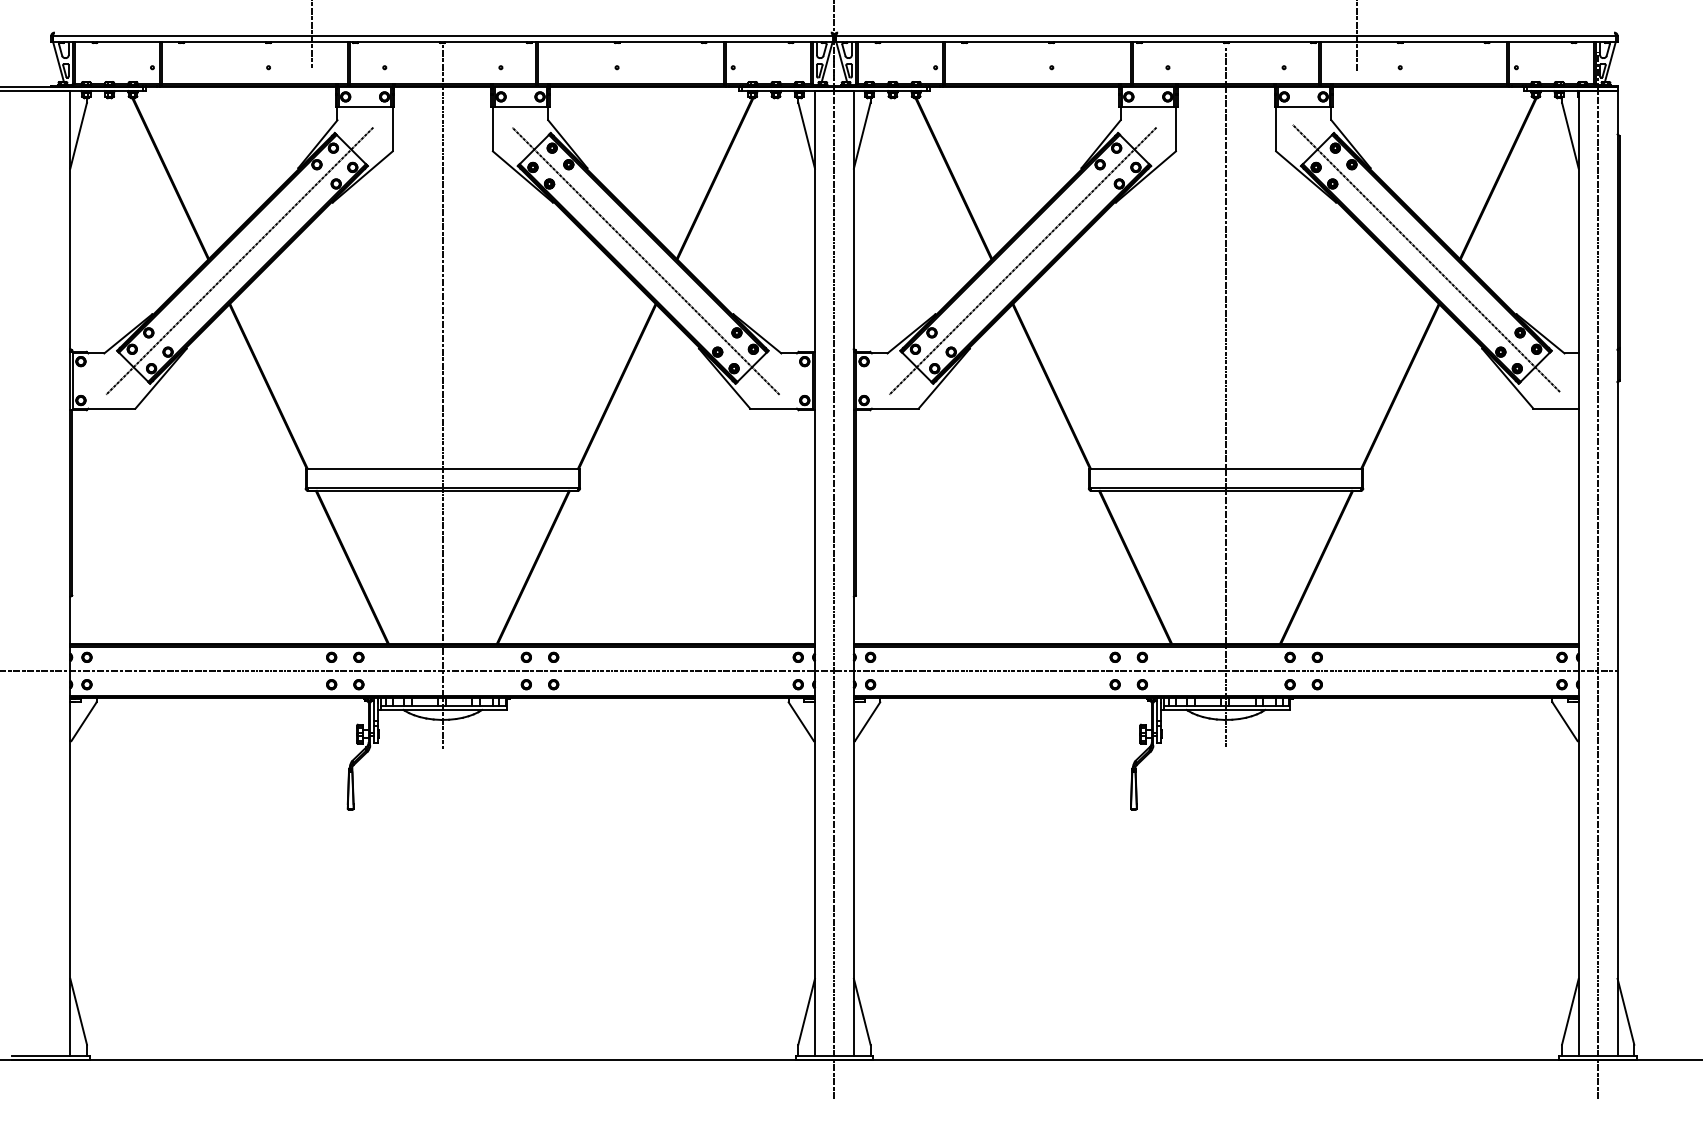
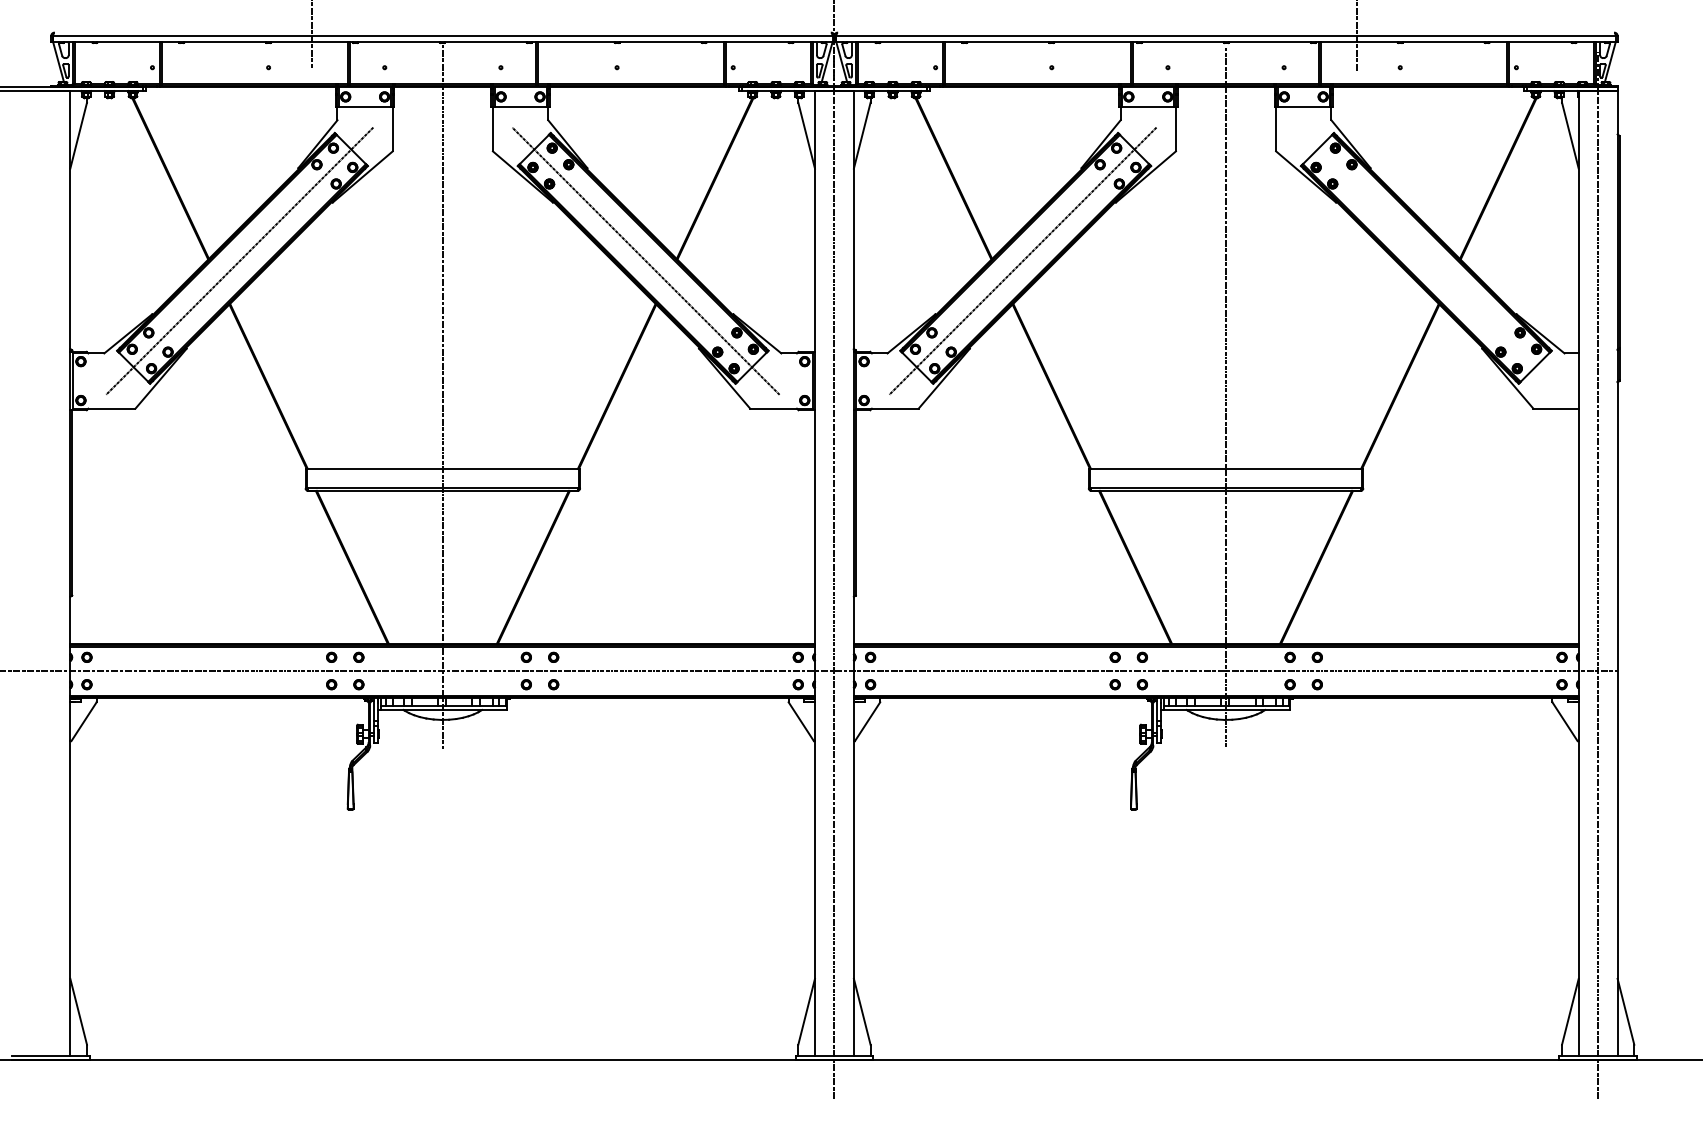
line at (1426, 258): present -> none
